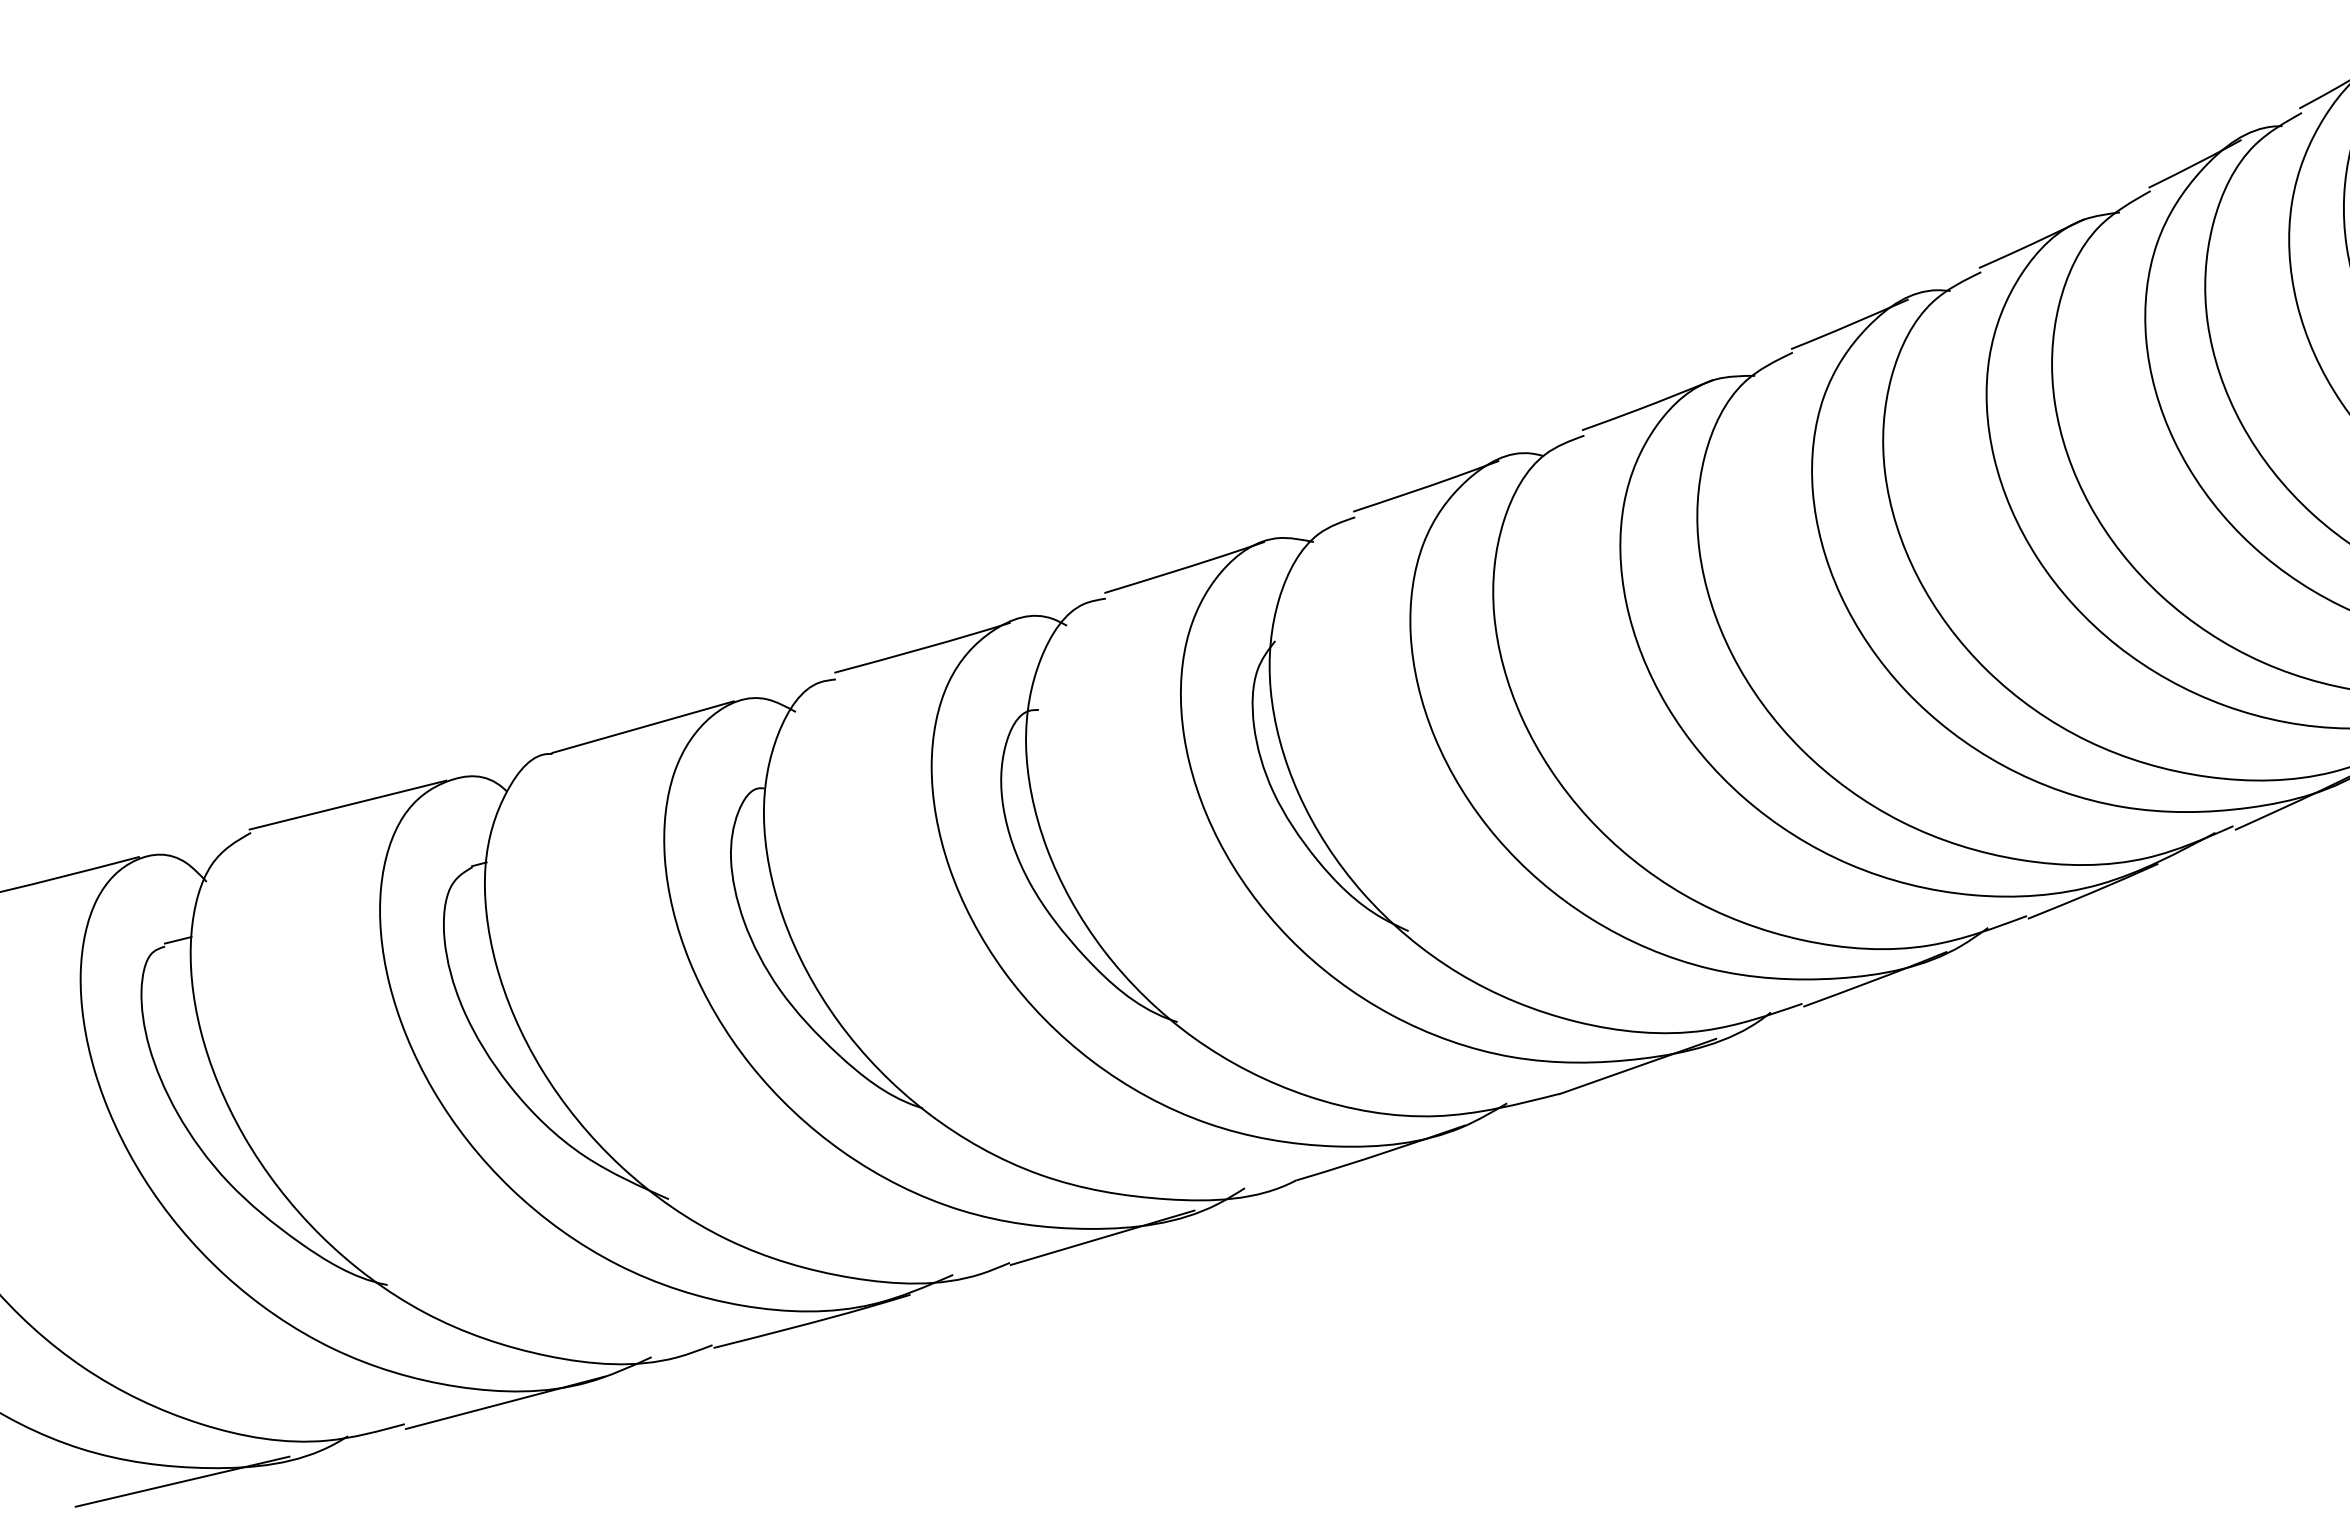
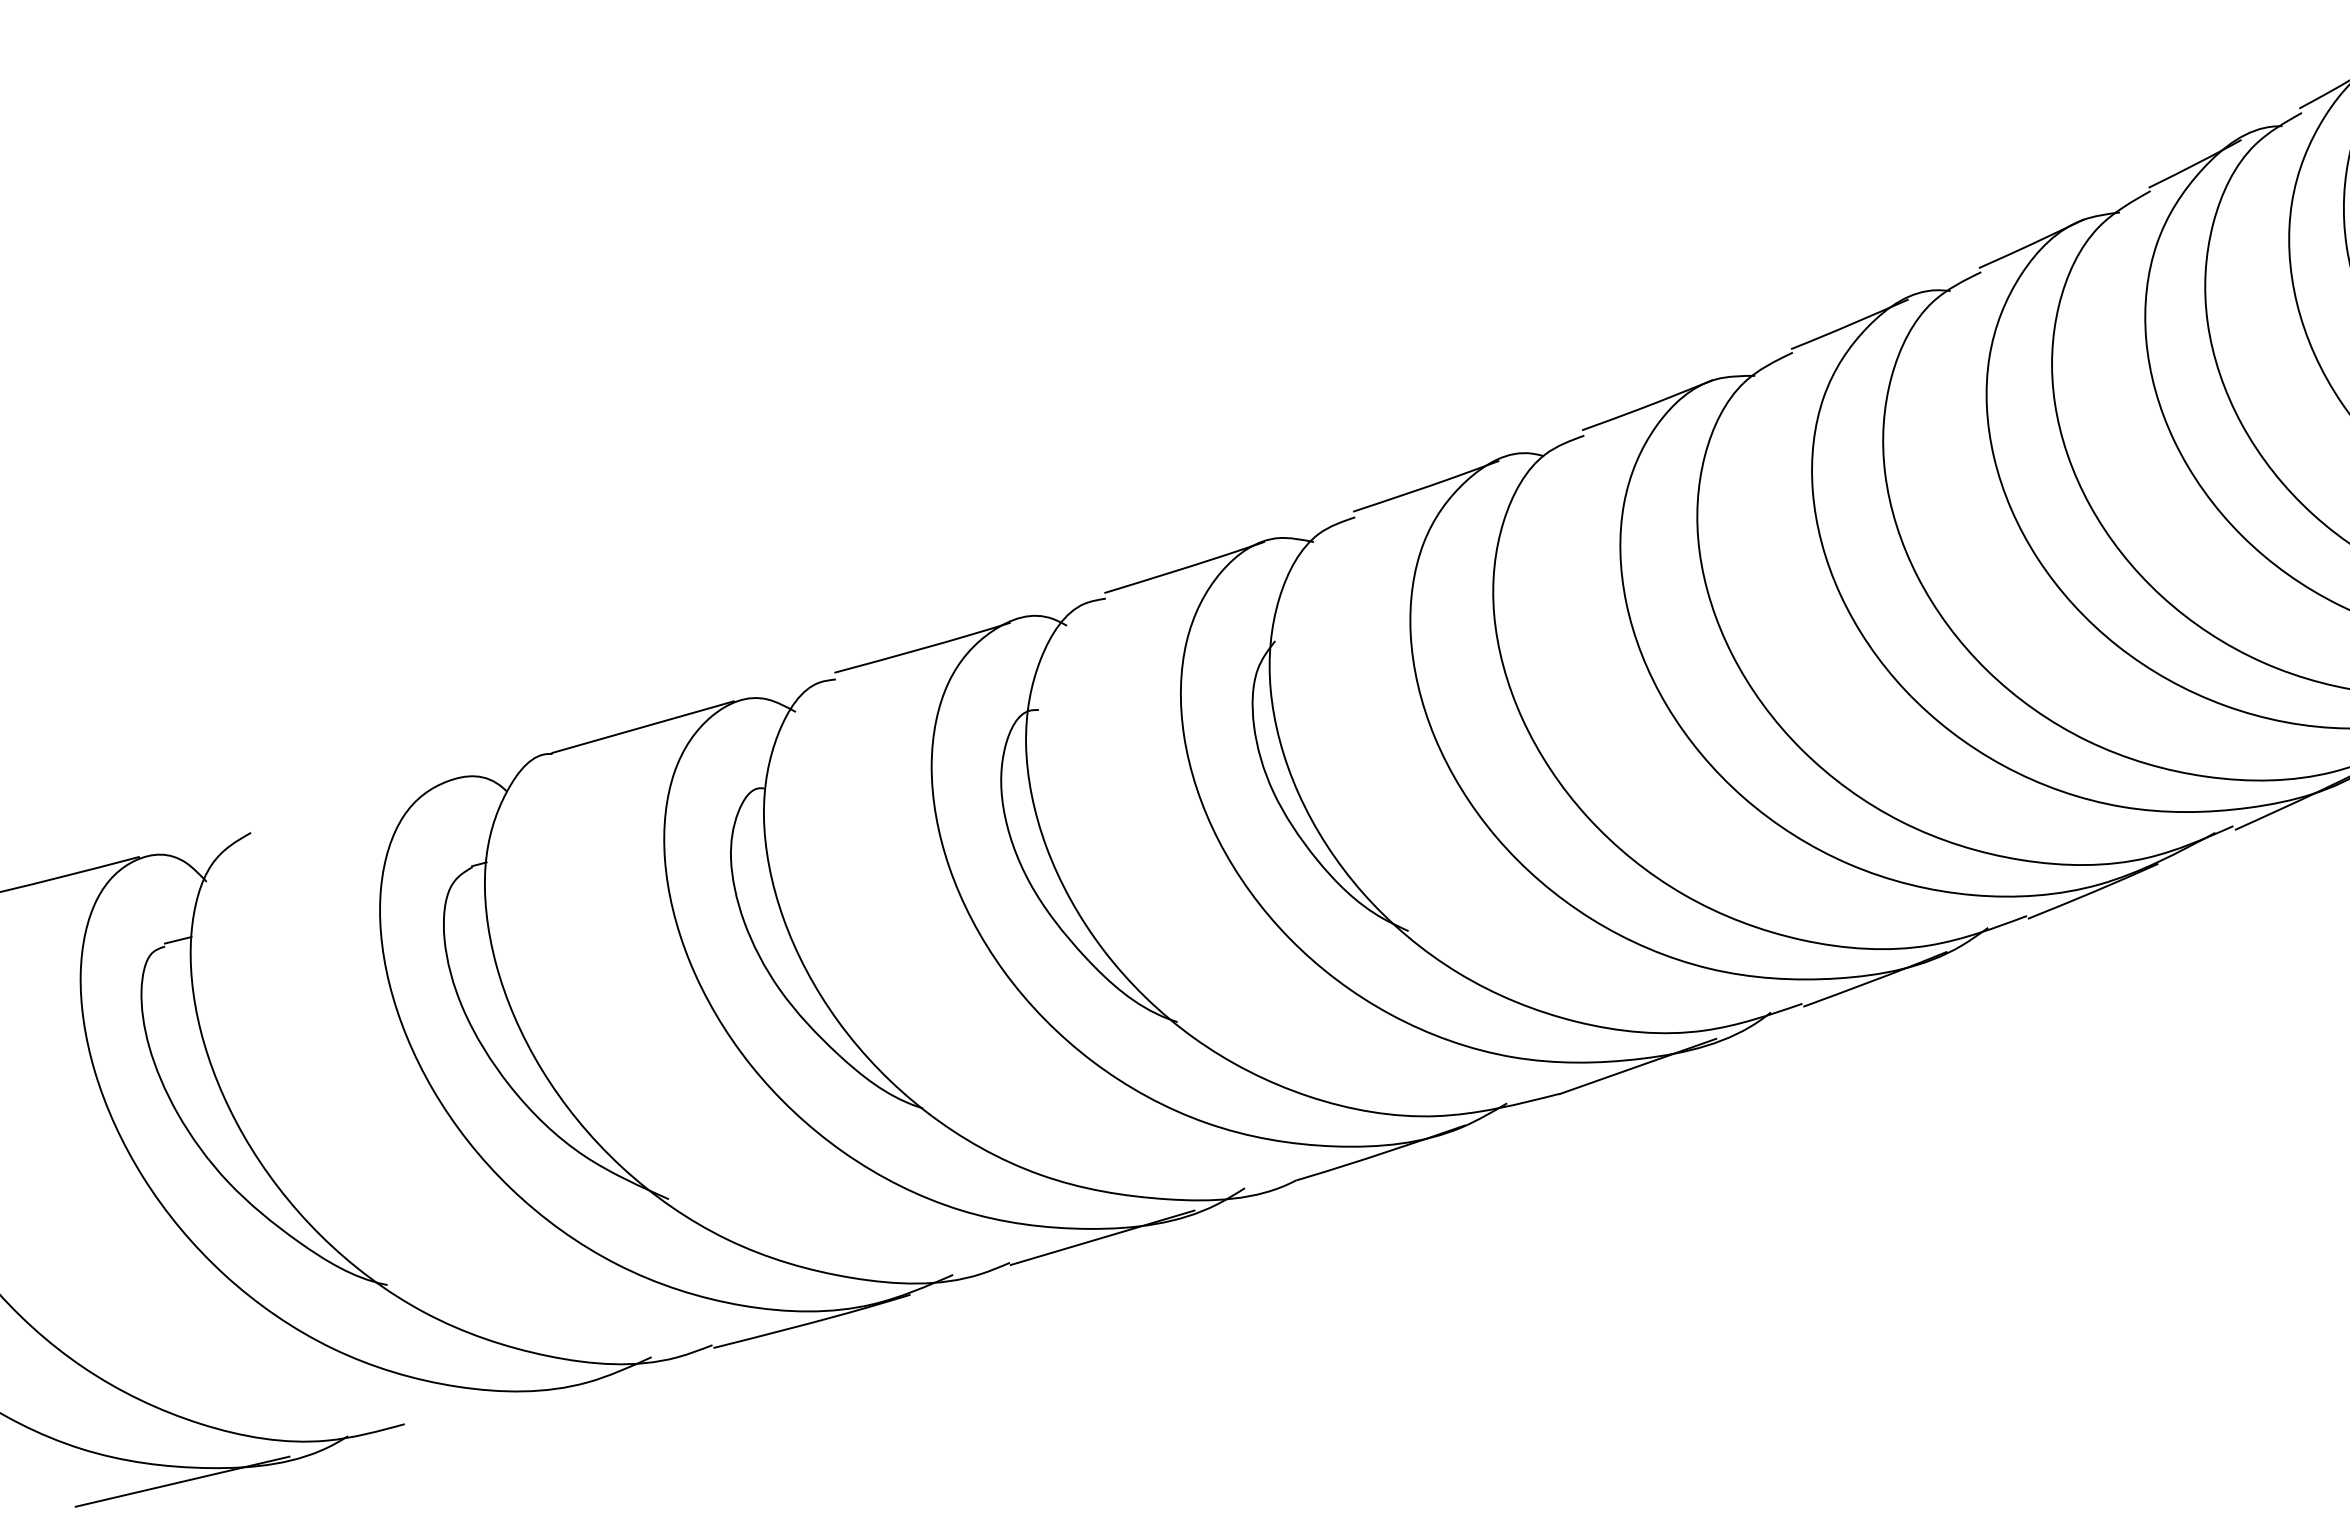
line at (347, 804): present -> none
line at (504, 1402): present -> none
